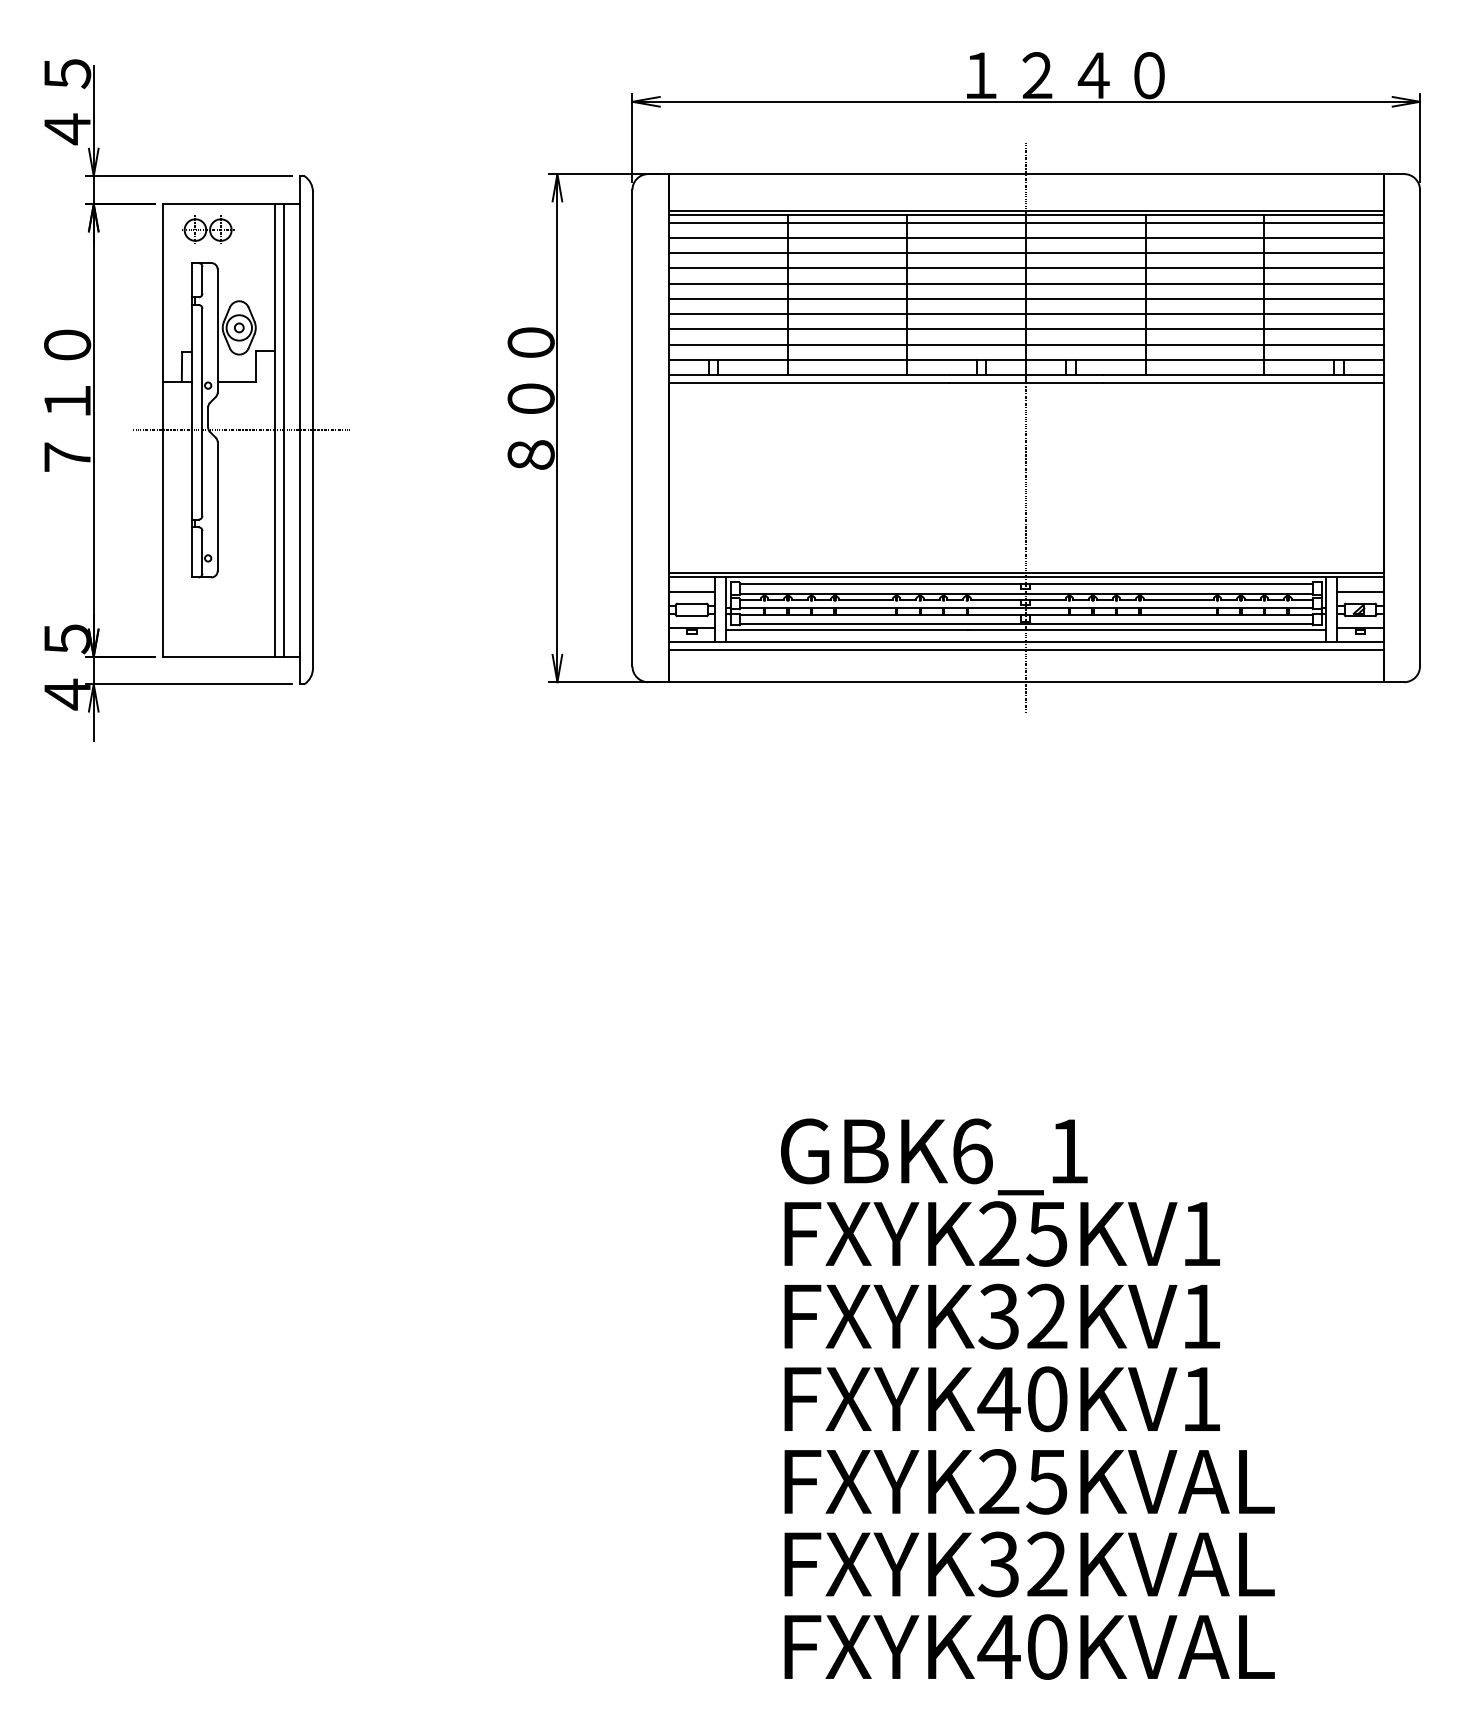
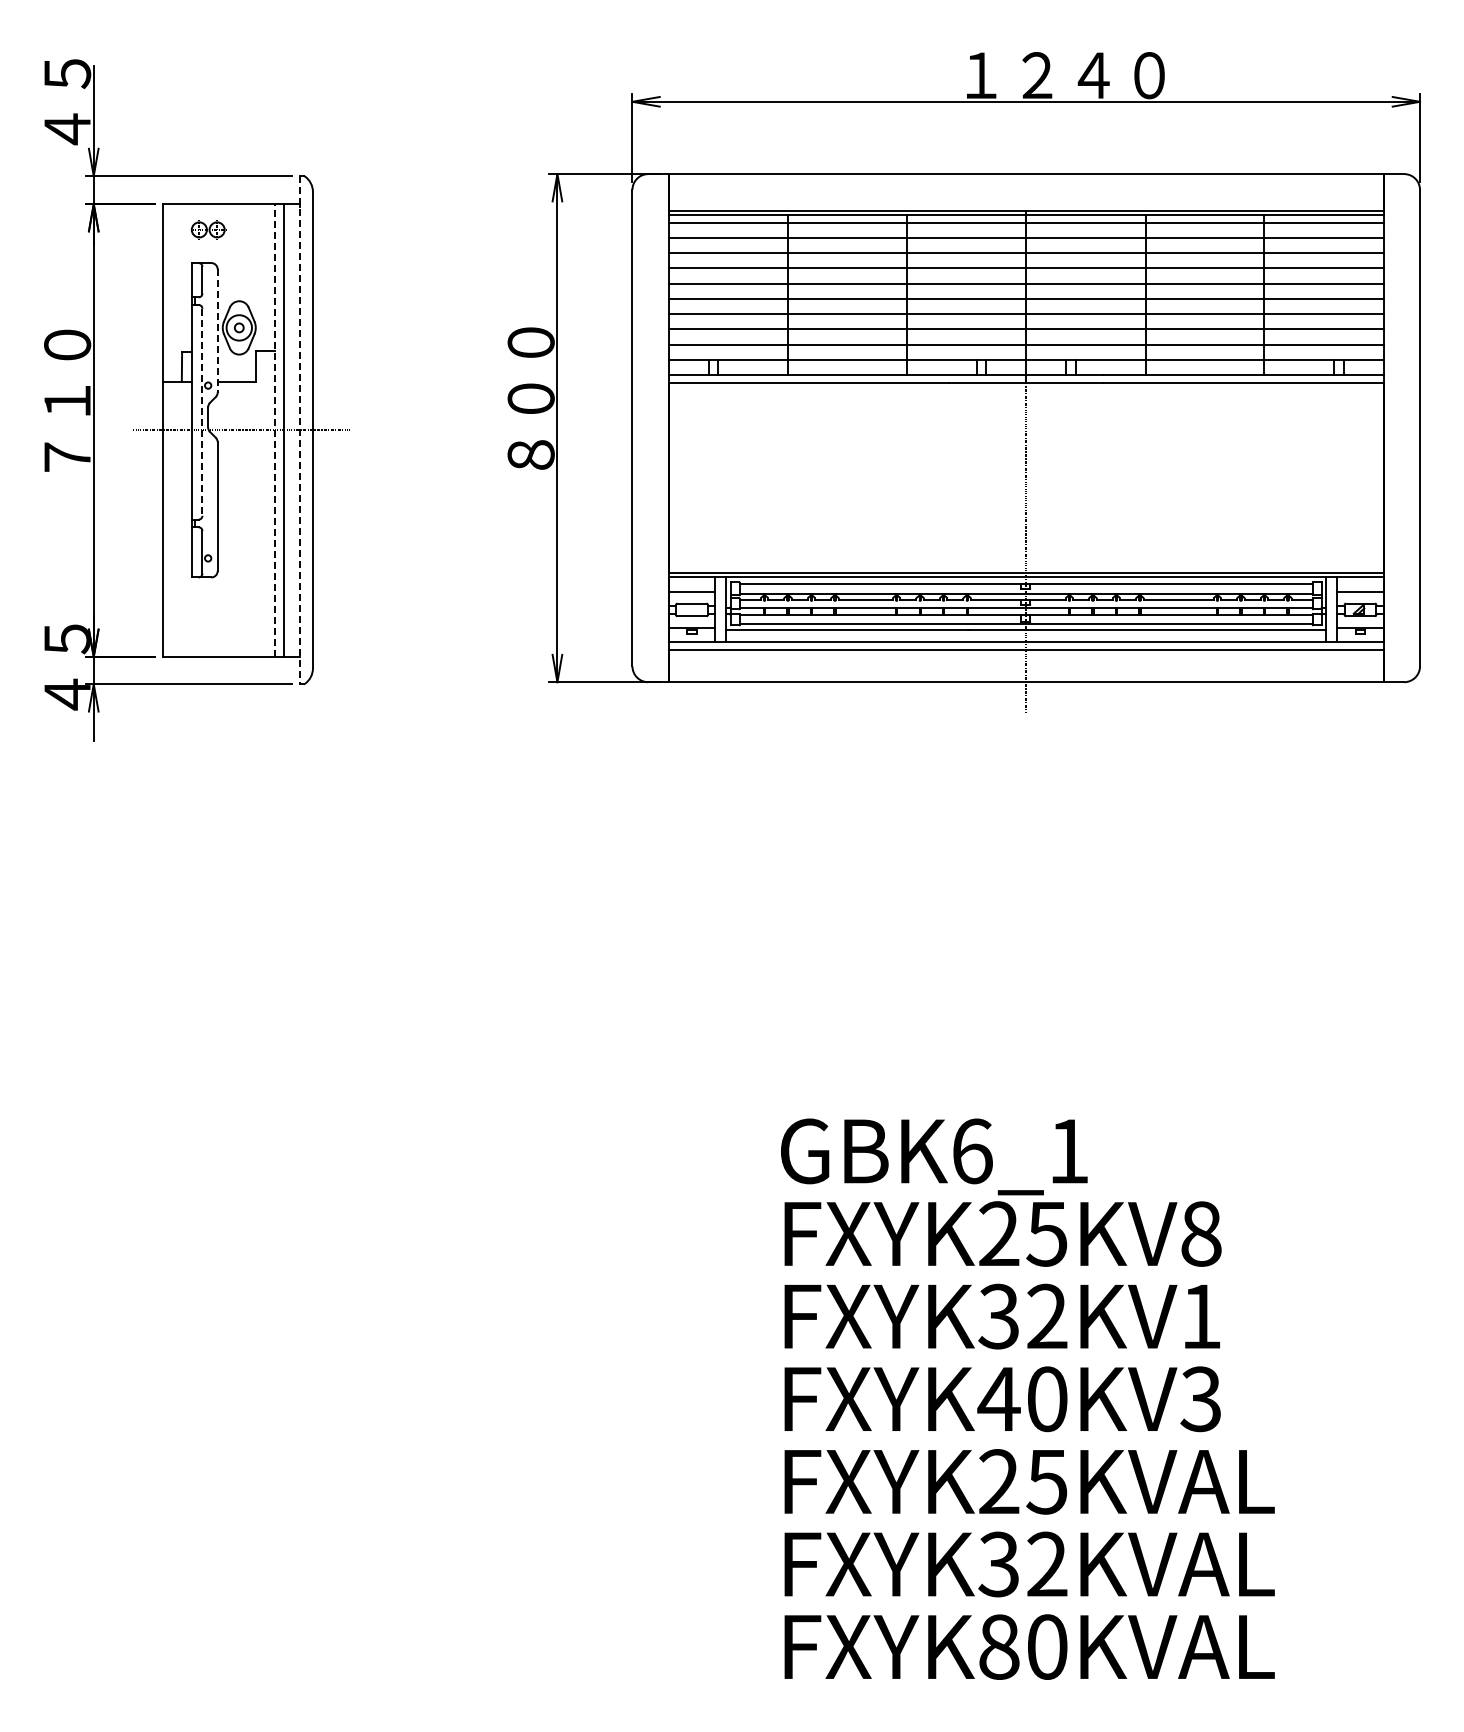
line at (1026, 175): present -> none
part at (208, 229) size: 53x29 px -> 36x20 px
line at (217, 330): solid -> dashed
line at (202, 412): solid -> dashed
line at (274, 430): solid -> dashed
line at (300, 430): solid -> dashed
text at (1201, 1233): FXYK25KV1 -> FXYK25KV8
text at (1200, 1399): FXYK40KV1 -> FXYK40KV3
text at (998, 1646): FXYK40KVAL -> FXYK80KVAL
